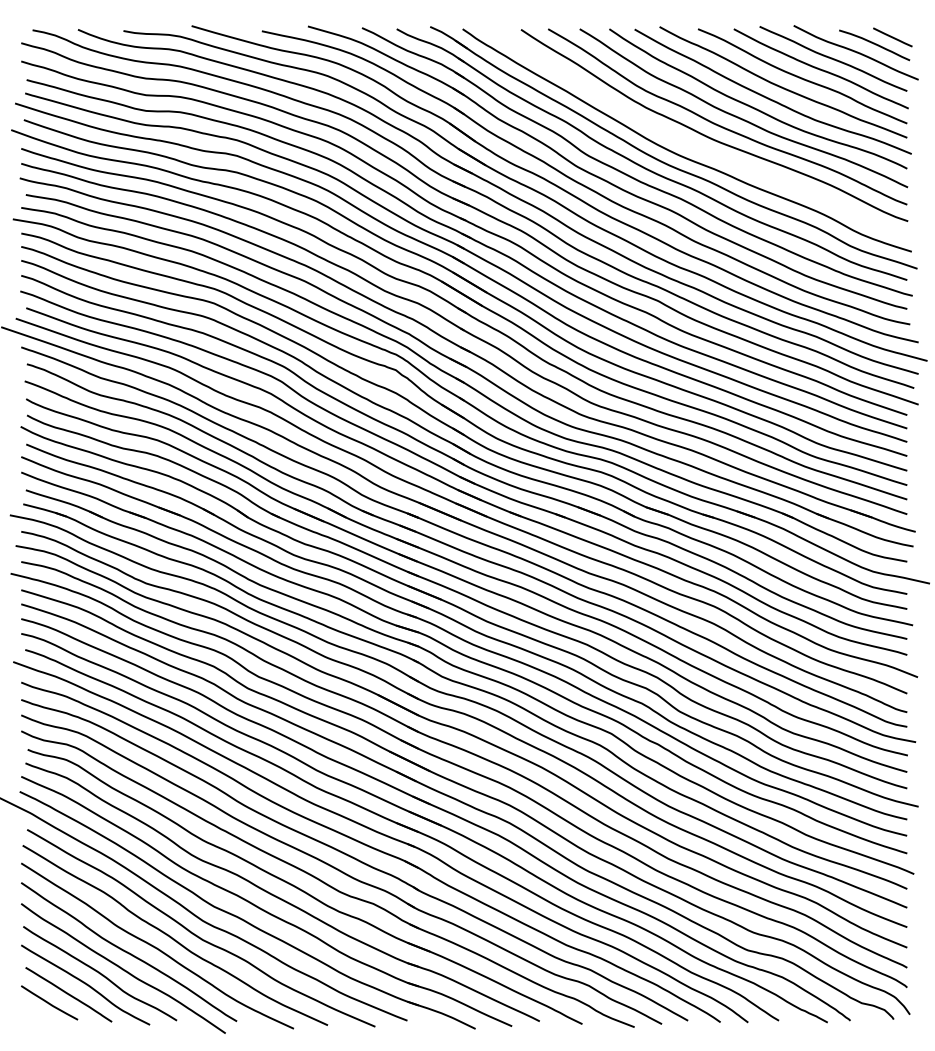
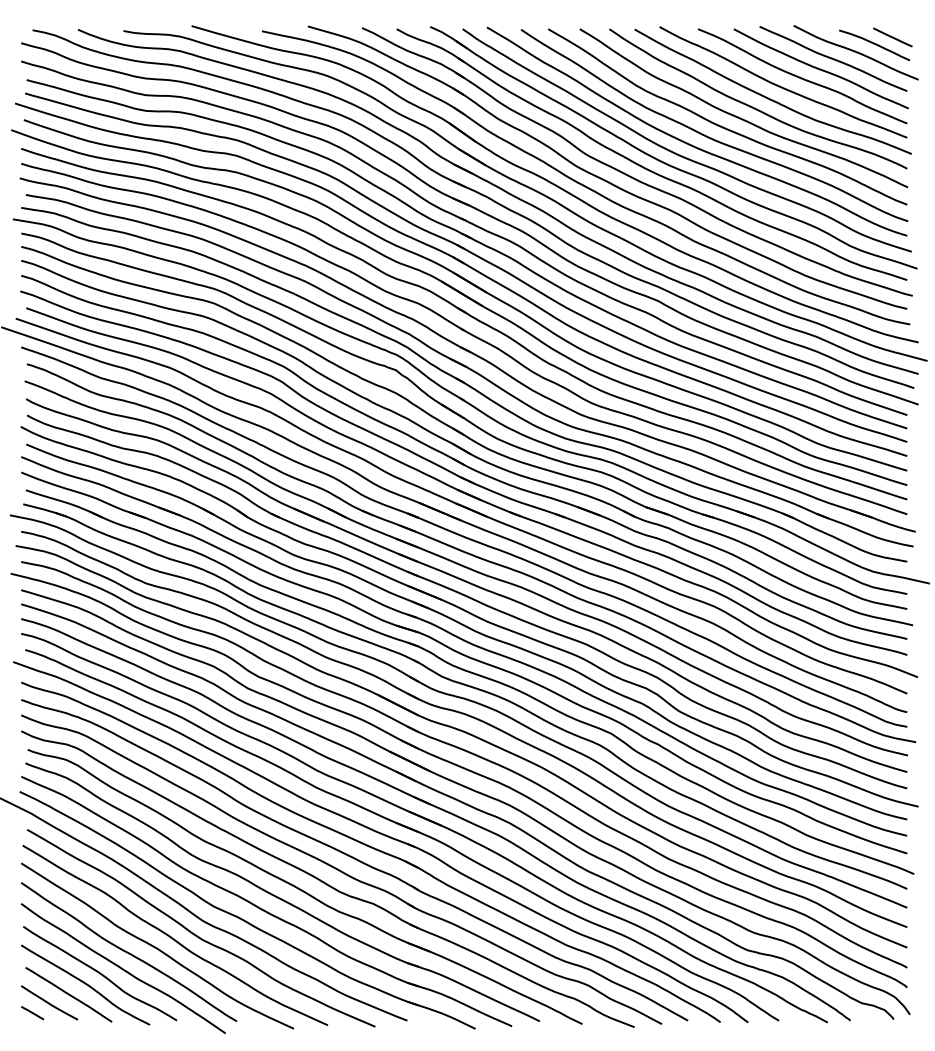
curve at (689, 143): none -> present
line at (32, 1013): none -> present
